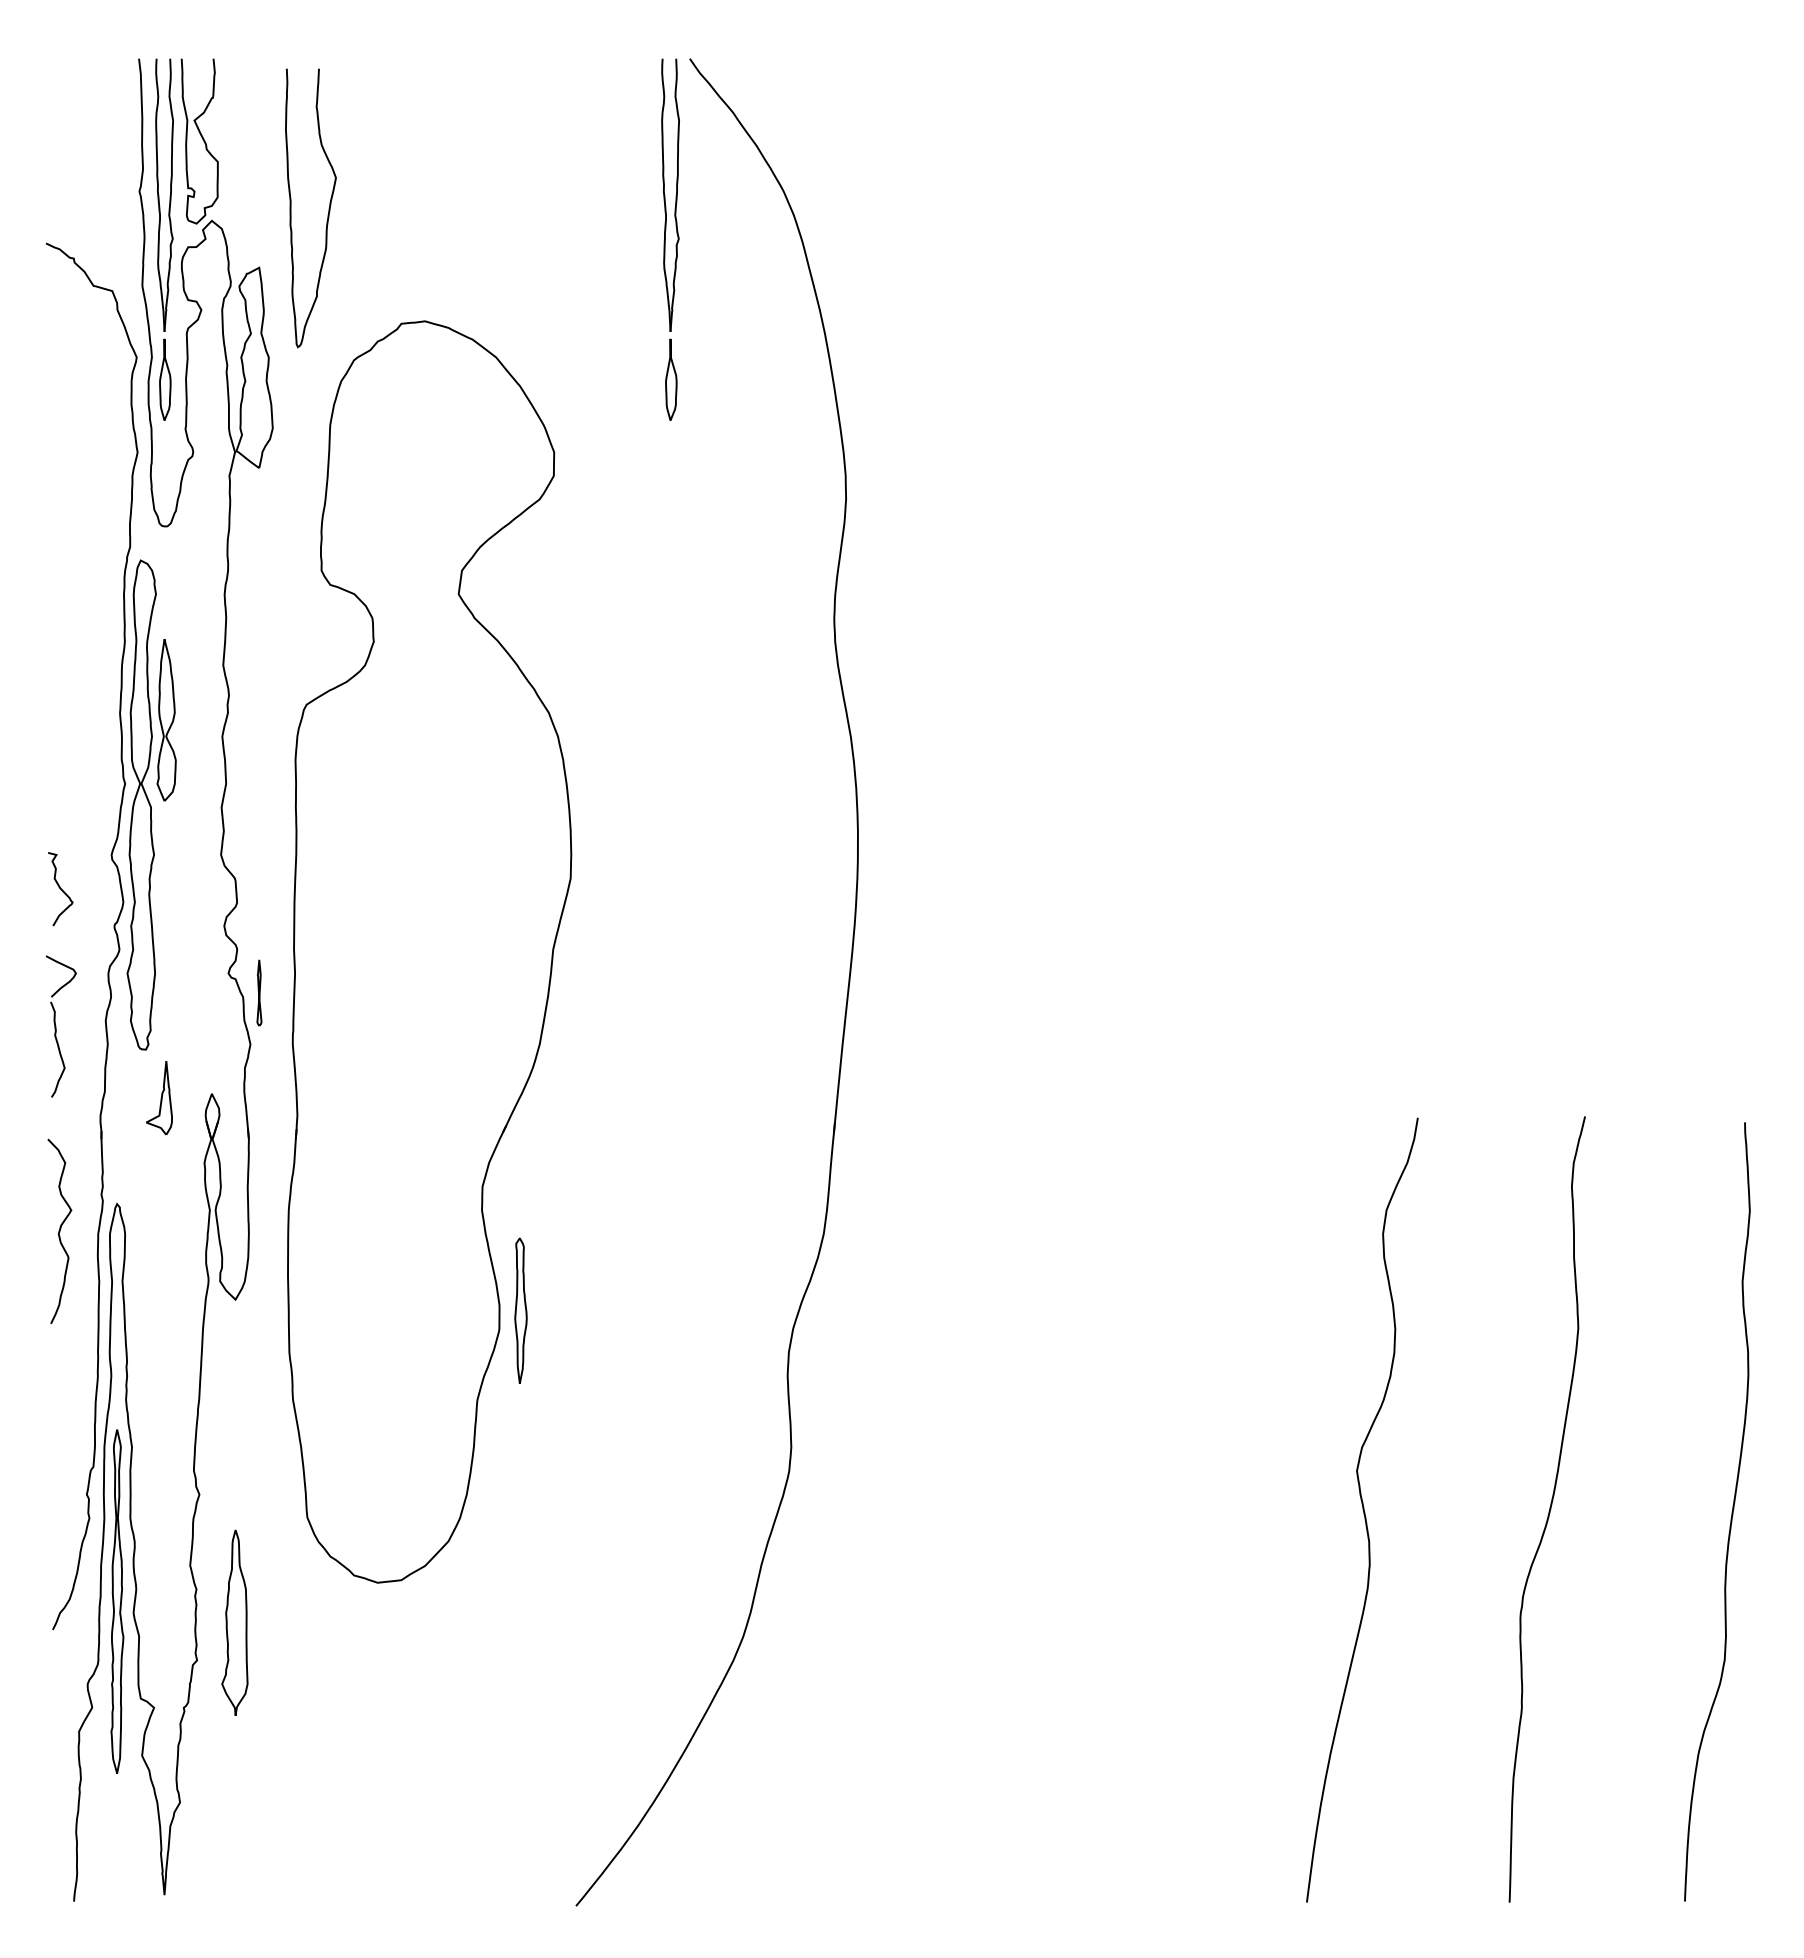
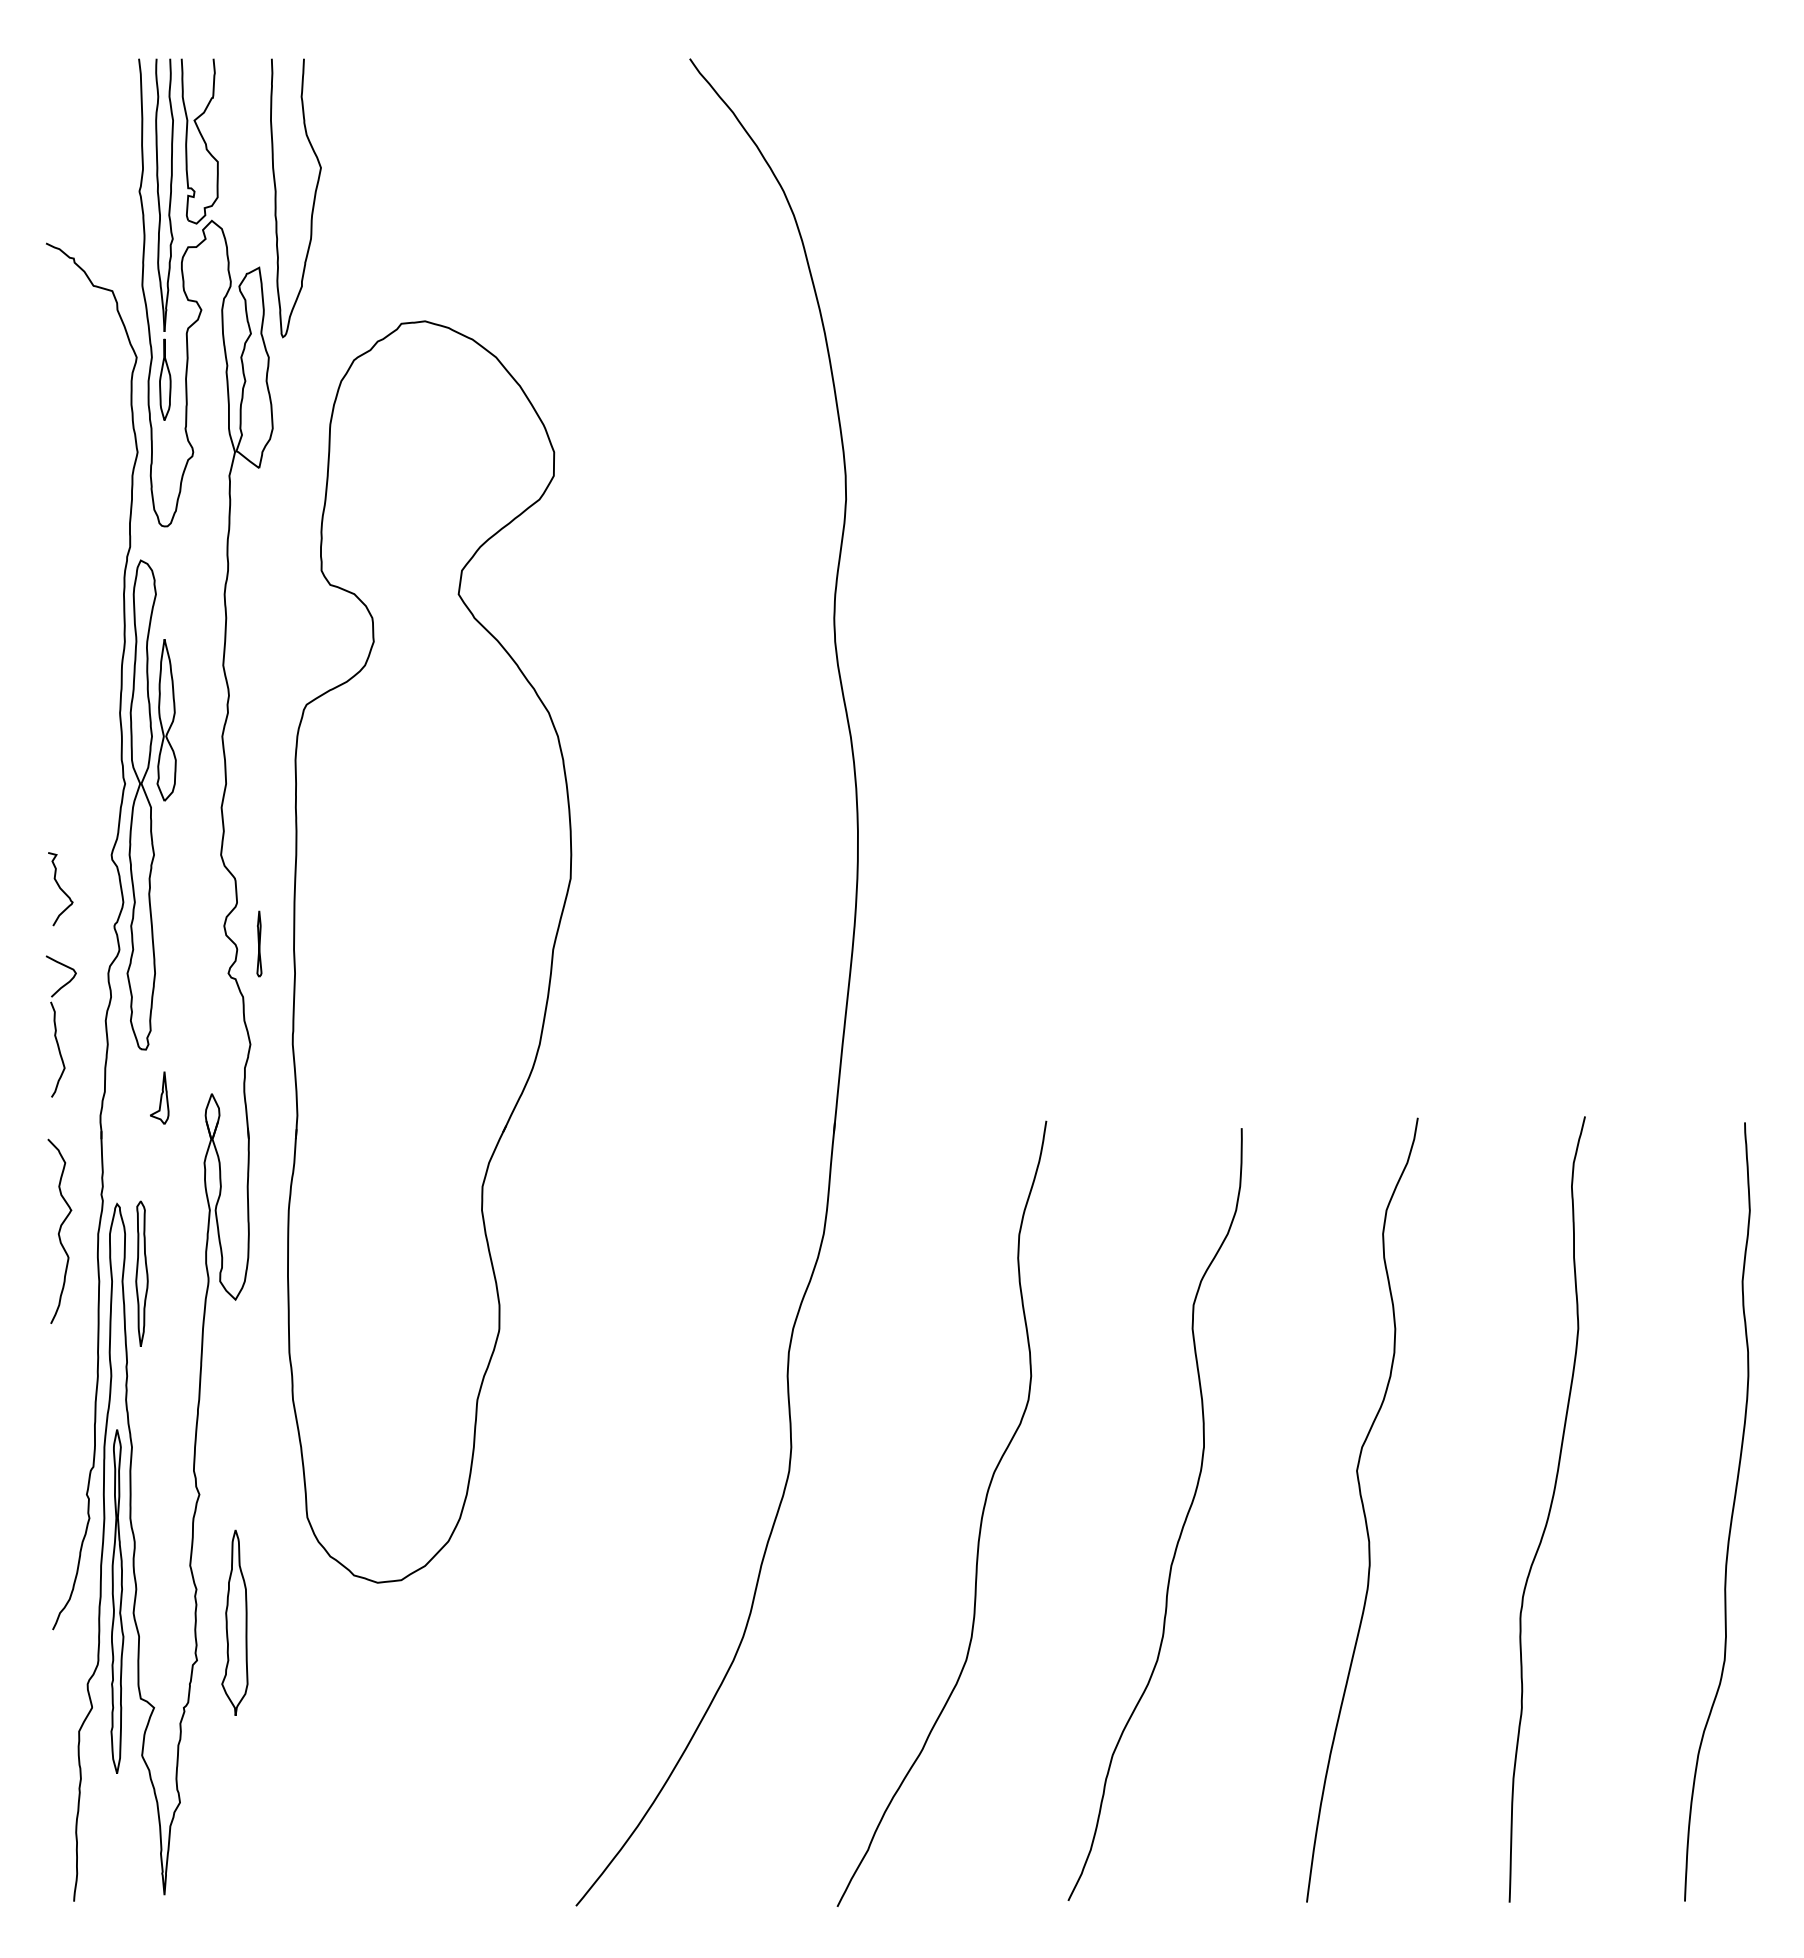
curve at (328, 208) position: (328, 208) -> (313, 198)
part at (670, 239): present -> none
part at (259, 992) position: (259, 992) -> (259, 943)
part at (159, 1098) size: 27x75 px -> 20x54 px
part at (520, 1310) position: (520, 1310) -> (141, 1273)
curve at (980, 1519): none -> present
curve at (1183, 1522): none -> present
